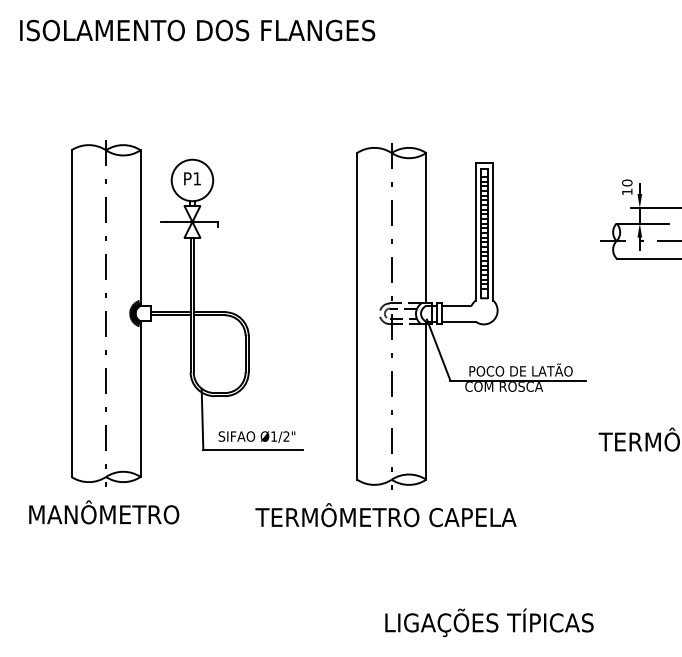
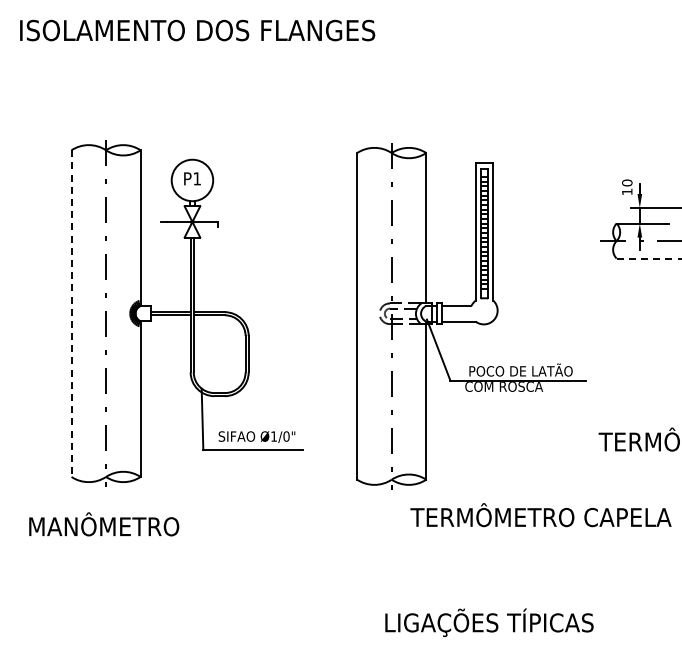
line at (649, 258): solid -> dashed
line at (71, 314): solid -> dashed
text at (286, 436): Ø1/2" -> Ø1/0"
text at (104, 512) position: (104, 512) -> (104, 524)
text at (385, 515) position: (385, 515) -> (540, 515)
